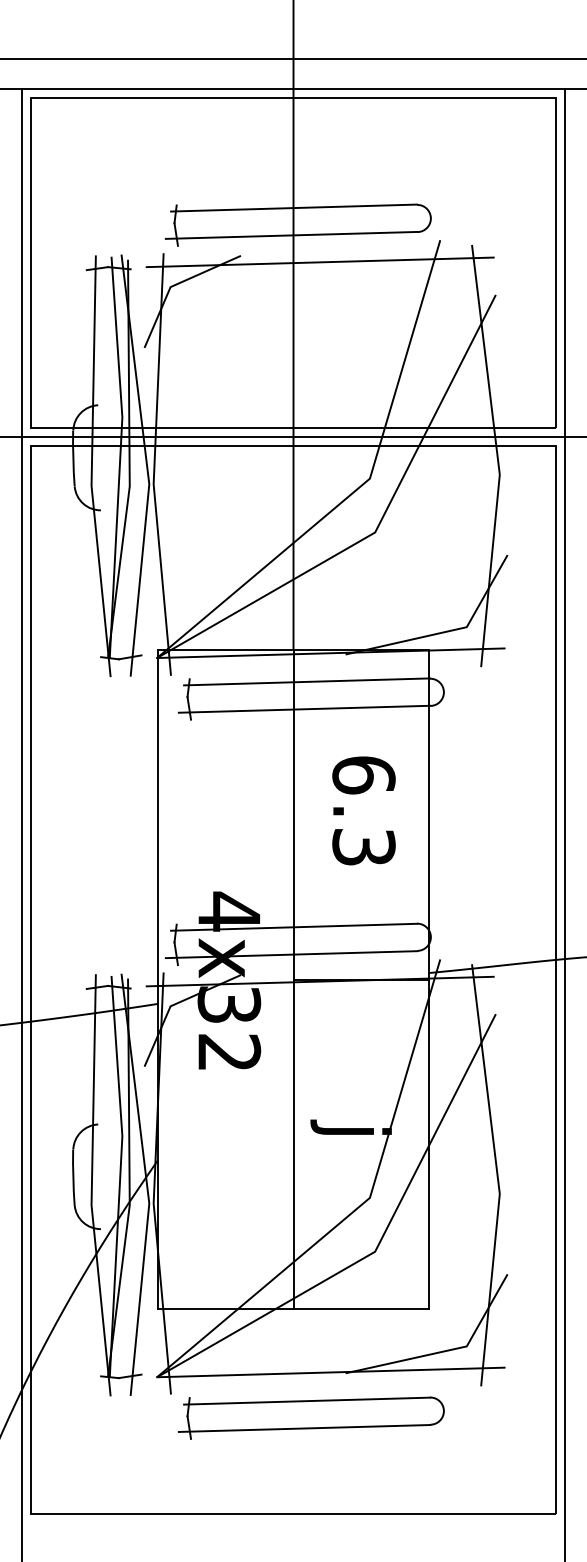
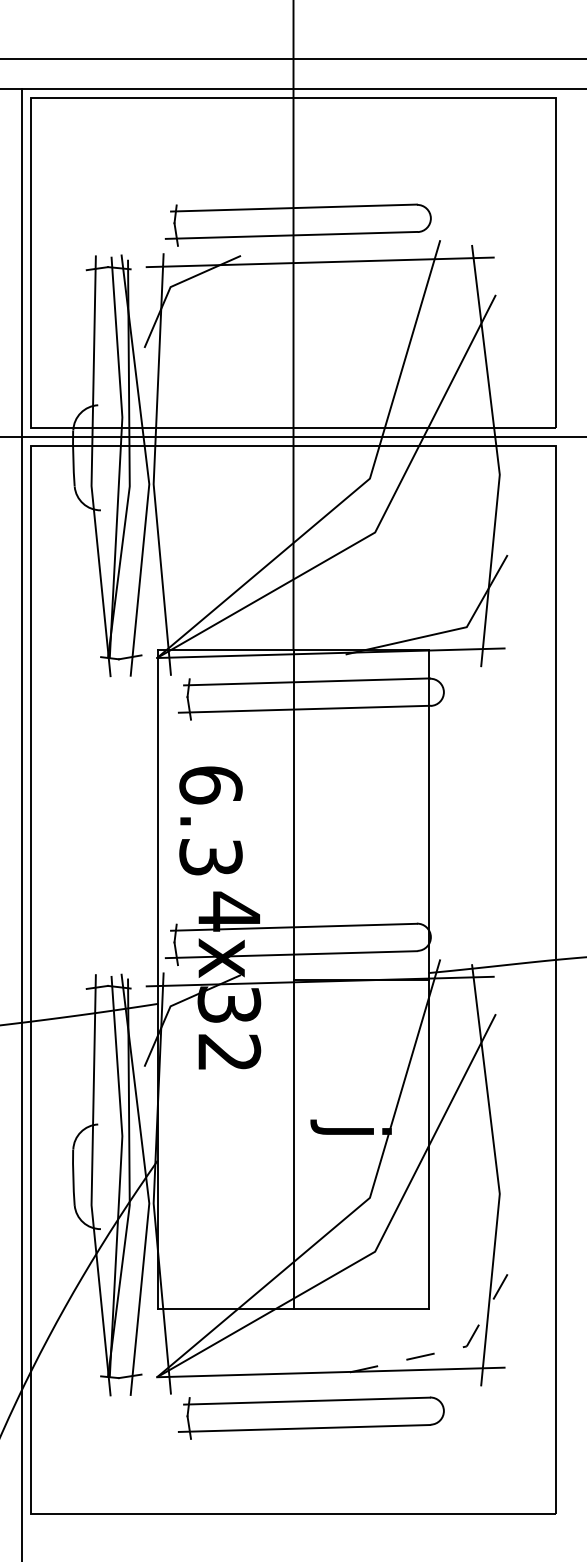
text at (363, 810) position: (363, 810) -> (210, 820)
line at (564, 823): present -> none
line at (446, 1350): solid -> dashed
